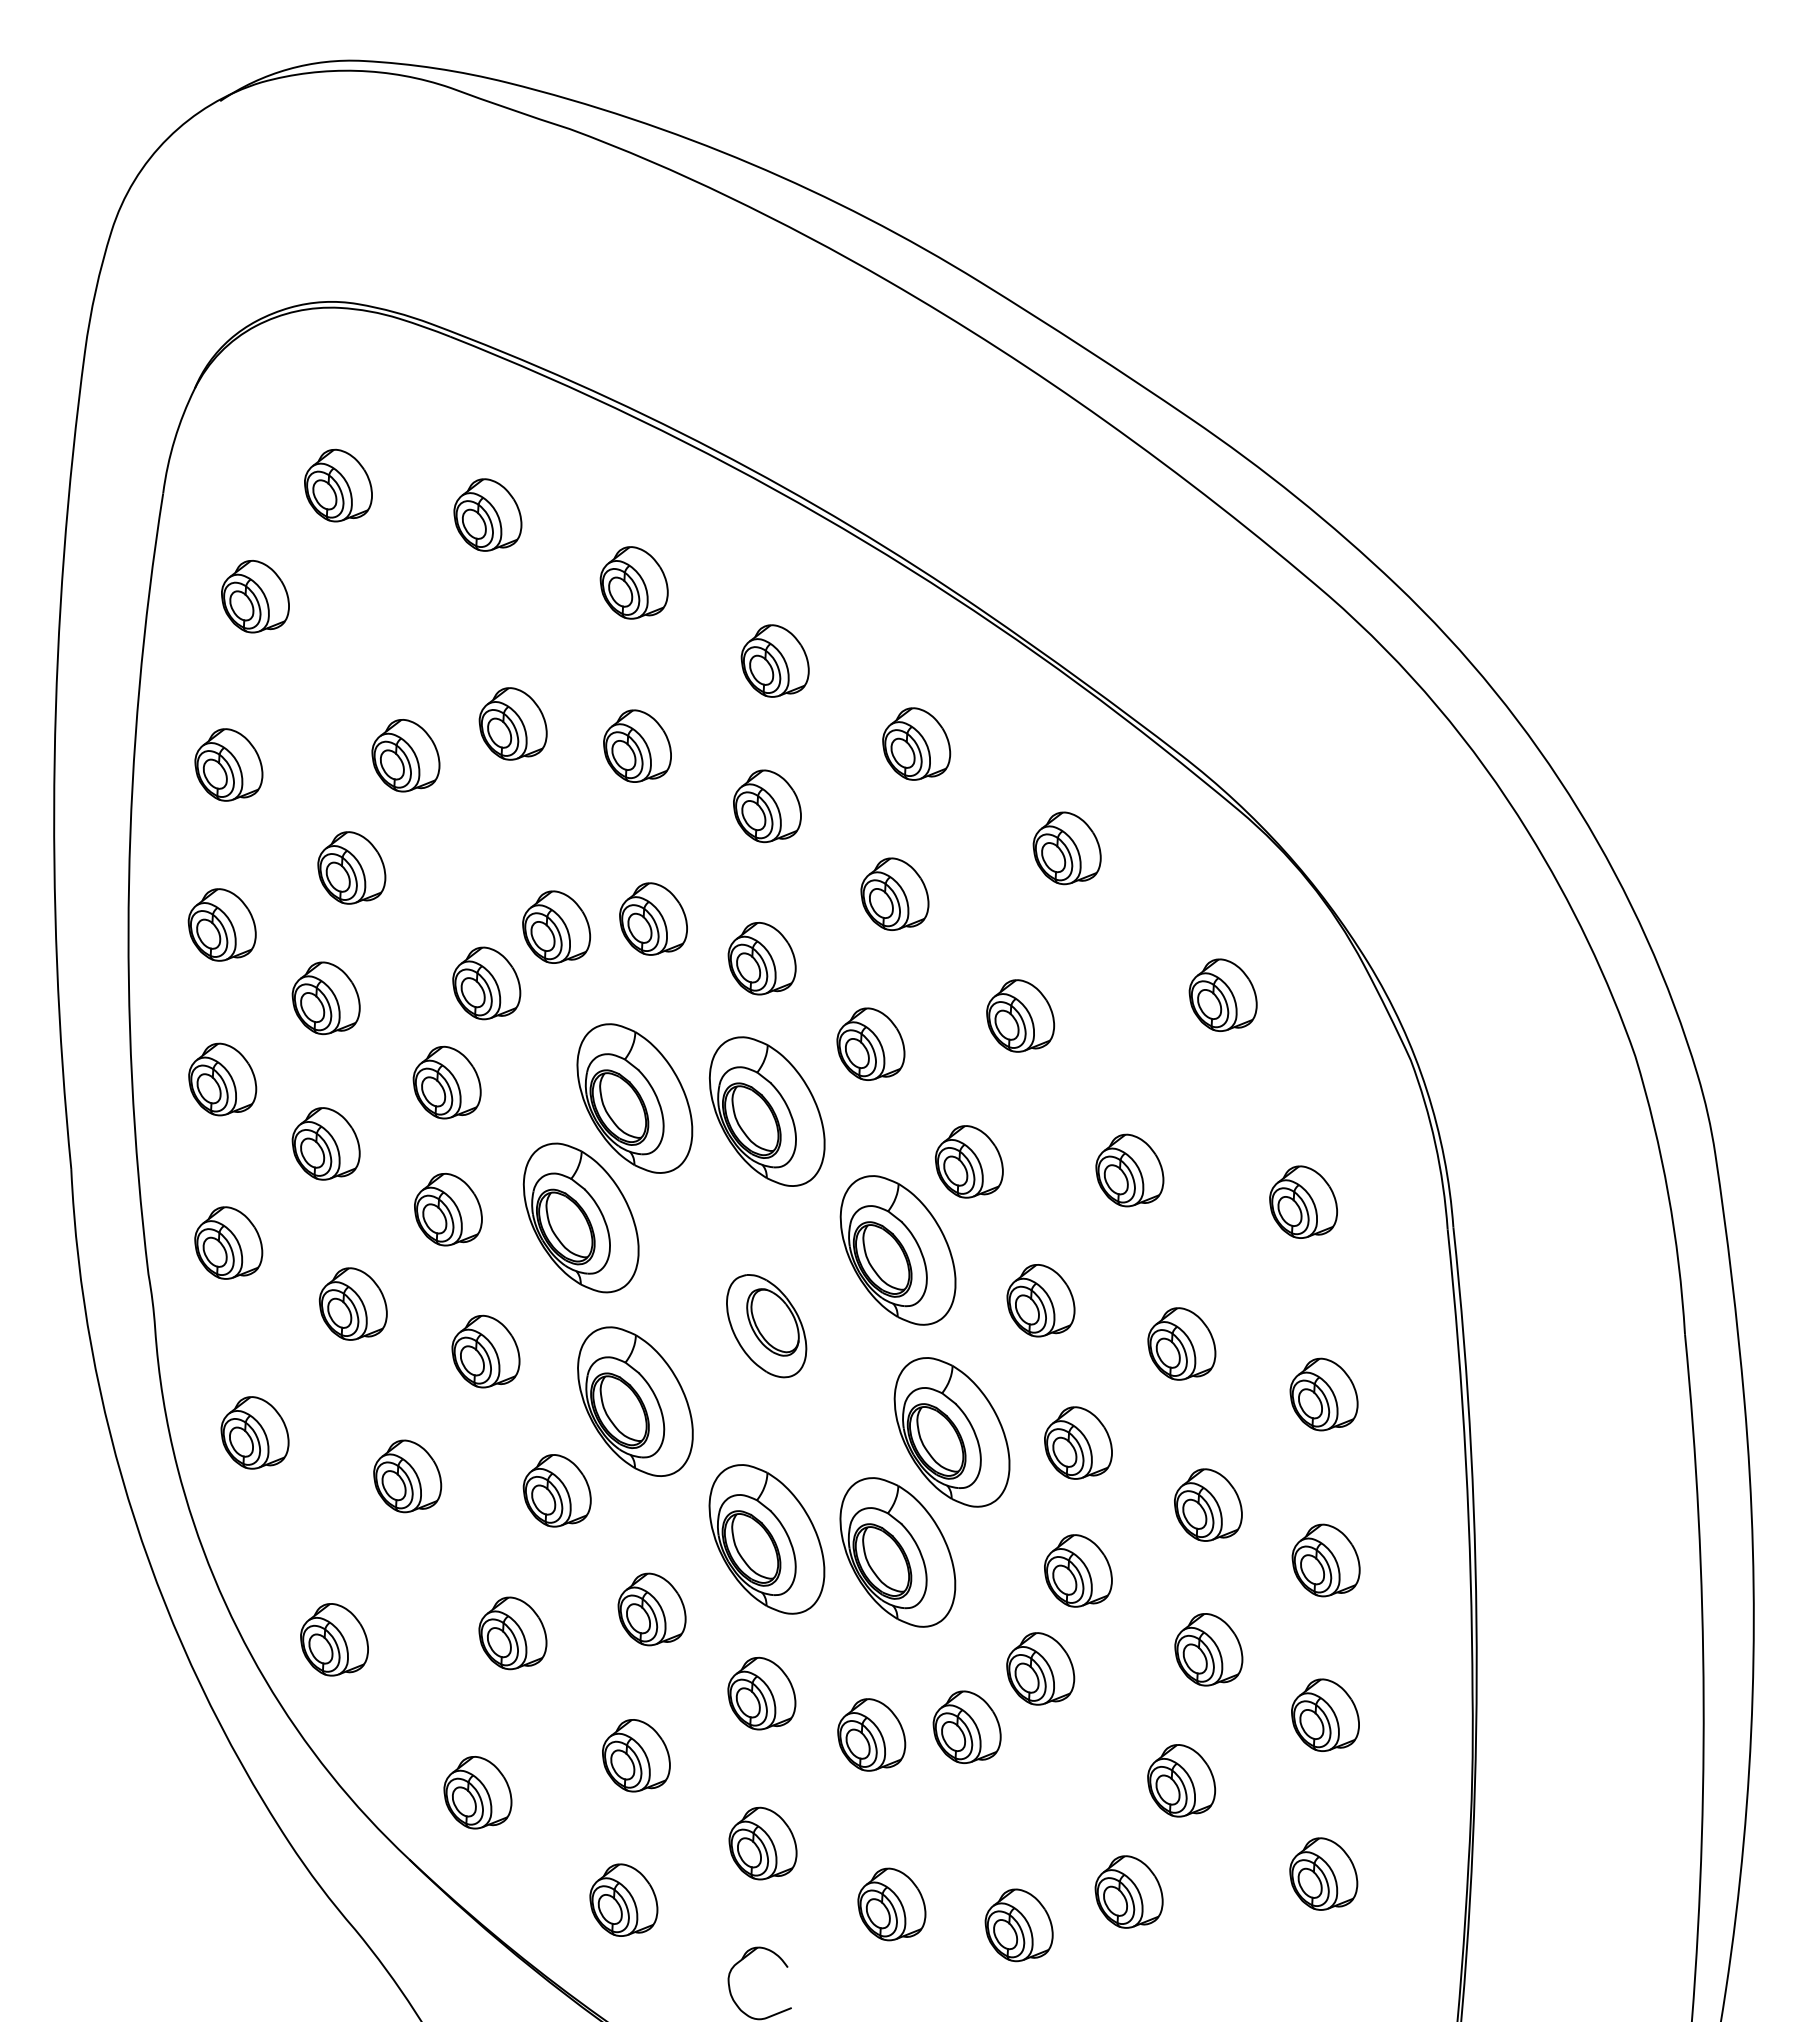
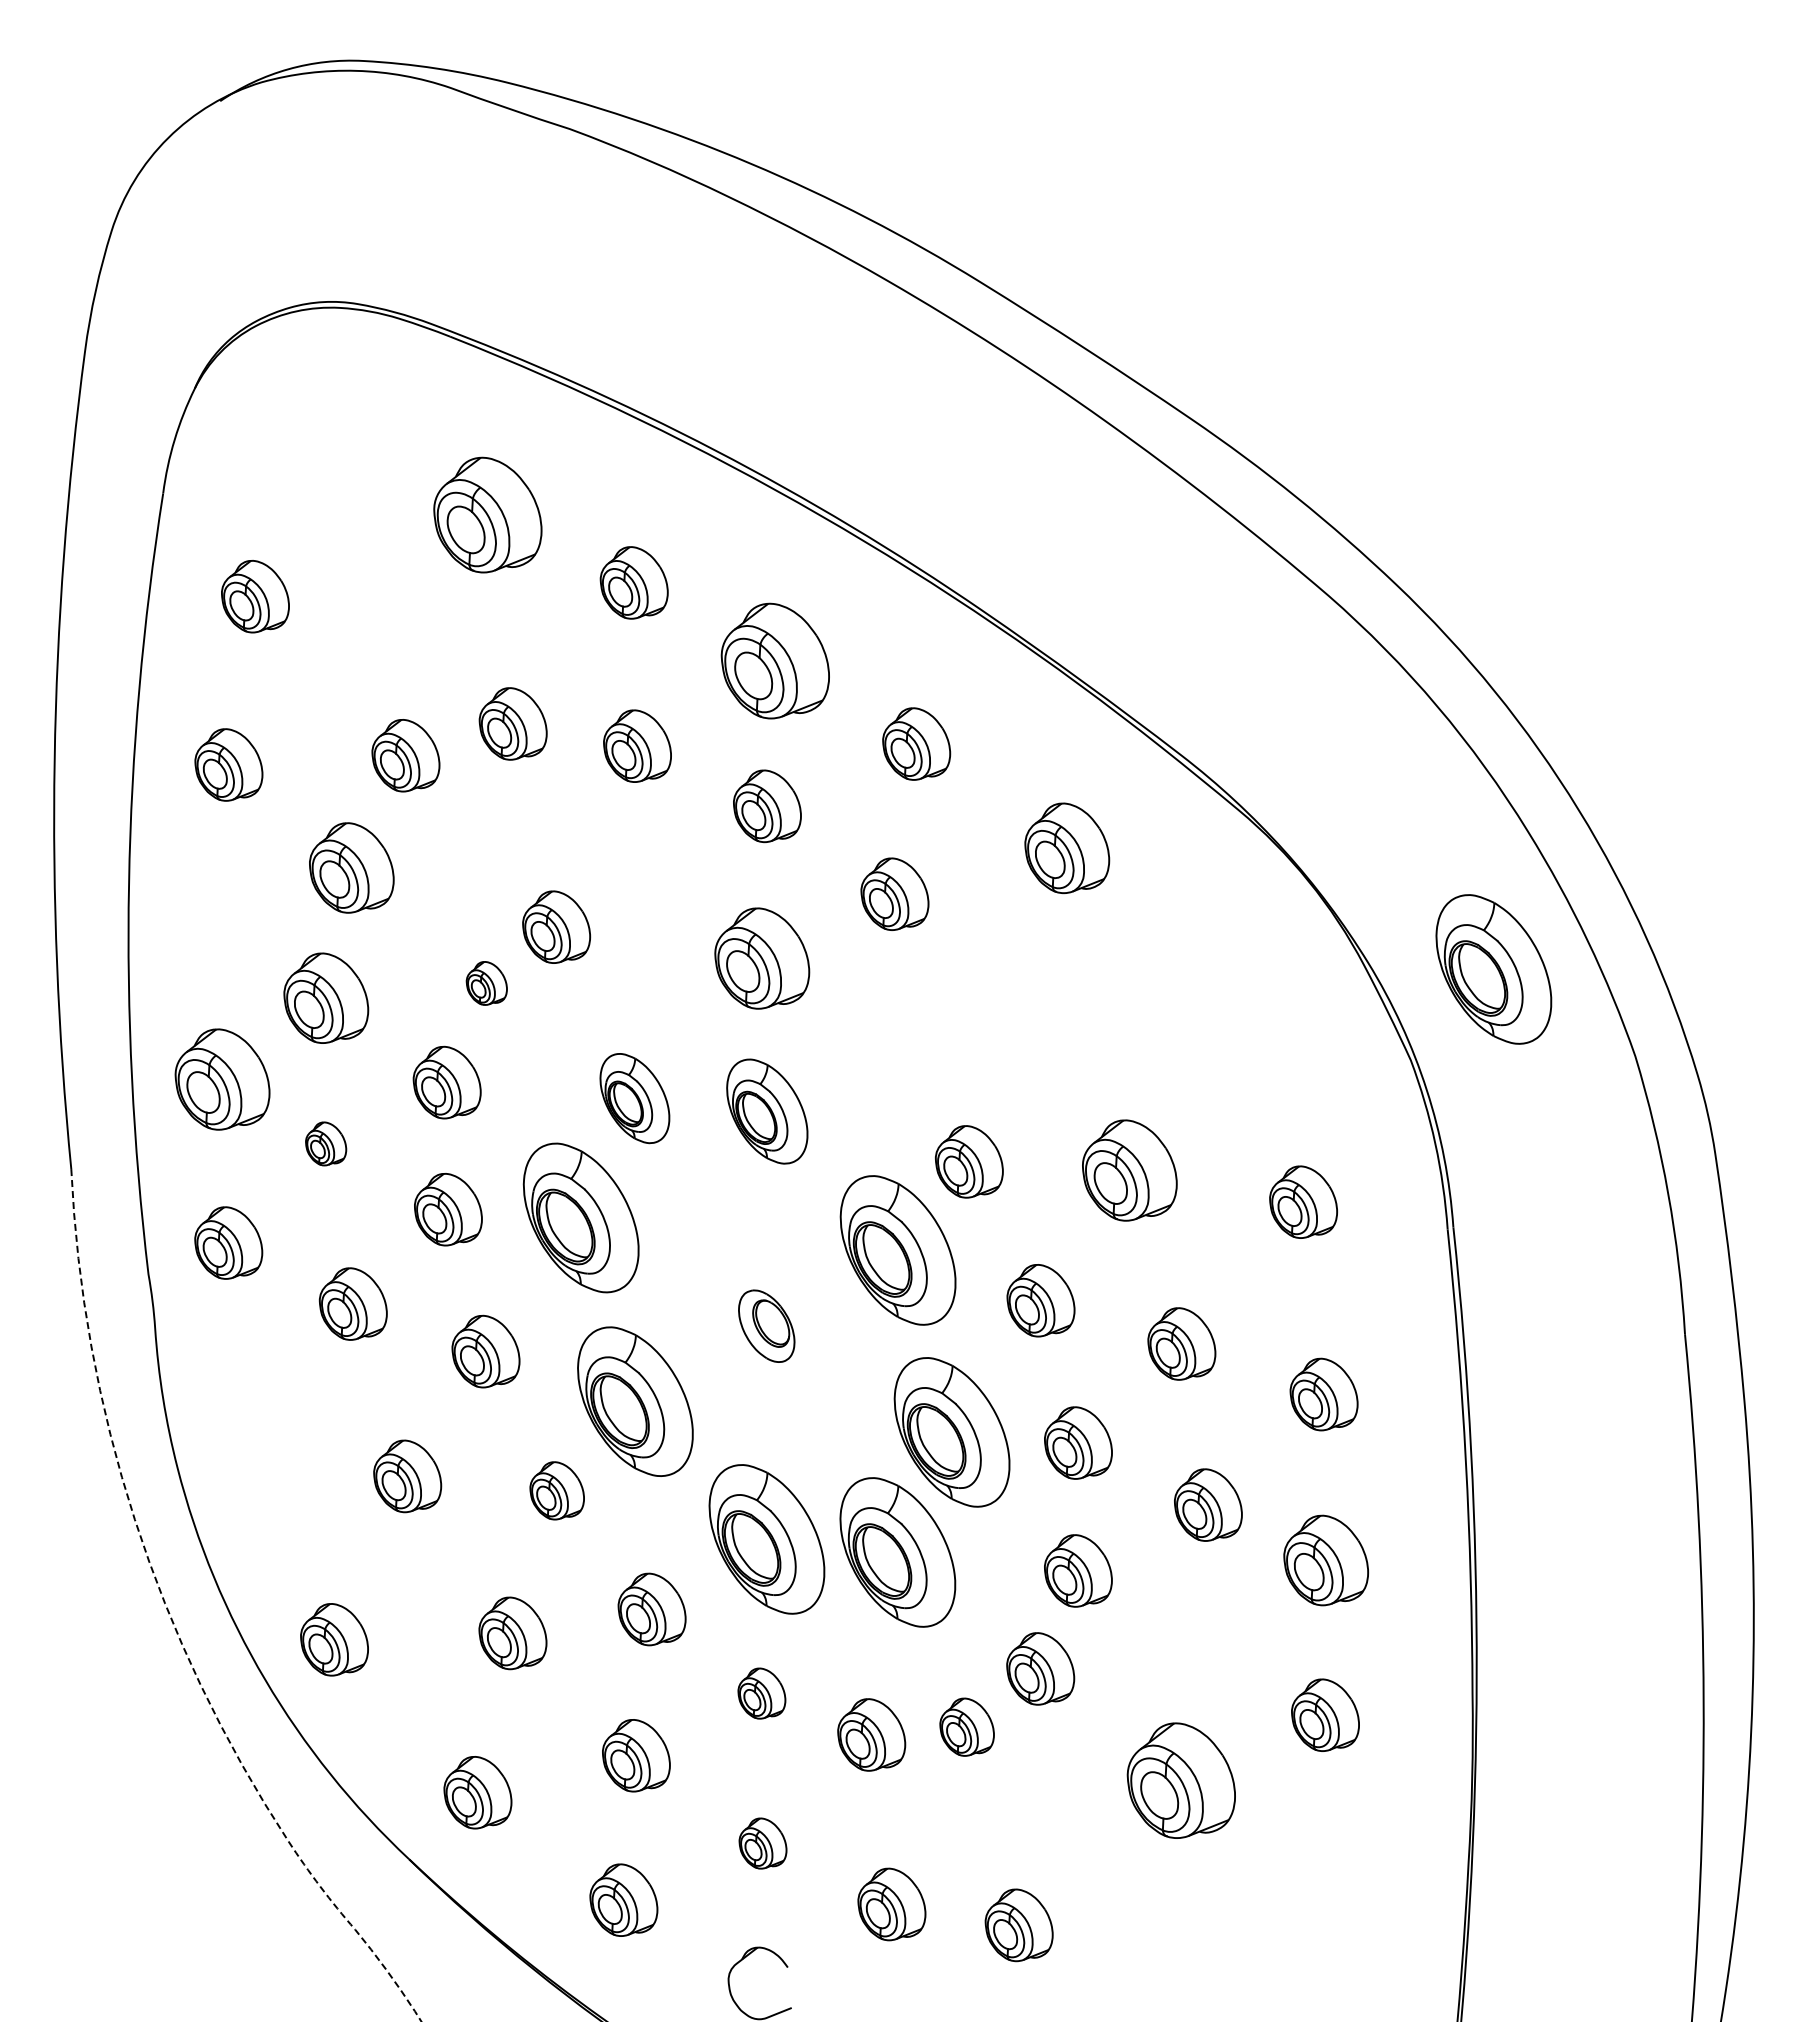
part at (338, 485): present -> none
part at (487, 514) size: 70x74 px -> 110x118 px
part at (774, 660) size: 70x74 px -> 110x118 px
part at (1066, 848) size: 70x75 px -> 87x93 px
part at (351, 867) size: 70x74 px -> 86x92 px
part at (653, 918): present -> none
part at (221, 924): present -> none
part at (761, 958) size: 70x74 px -> 97x103 px
part at (1493, 969): none -> present
part at (486, 983) size: 70x75 px -> 43x45 px
part at (1222, 994): present -> none
part at (325, 998) size: 70x75 px -> 87x92 px
part at (1020, 1015): present -> none
part at (870, 1043): present -> none
part at (222, 1079) size: 70x75 px -> 97x103 px
part at (634, 1098) size: 118x151 px -> 72x92 px
part at (767, 1111) size: 117x151 px -> 83x107 px
part at (325, 1143) size: 70x74 px -> 43x46 px
part at (1129, 1170) size: 70x75 px -> 96x103 px
part at (766, 1326) size: 82x105 px -> 58x74 px
part at (254, 1432): present -> none
part at (556, 1490) size: 70x74 px -> 56x60 px
part at (1325, 1560) size: 70x75 px -> 86x93 px
line at (175, 1627): solid -> dashed
part at (1208, 1649): present -> none
part at (761, 1693) size: 70x75 px -> 50x53 px
part at (966, 1726) size: 70x74 px -> 56x60 px
part at (1181, 1780) size: 70x74 px -> 110x117 px
part at (762, 1843) size: 70x75 px -> 50x53 px
part at (1323, 1873): present -> none
part at (1128, 1891): present -> none
